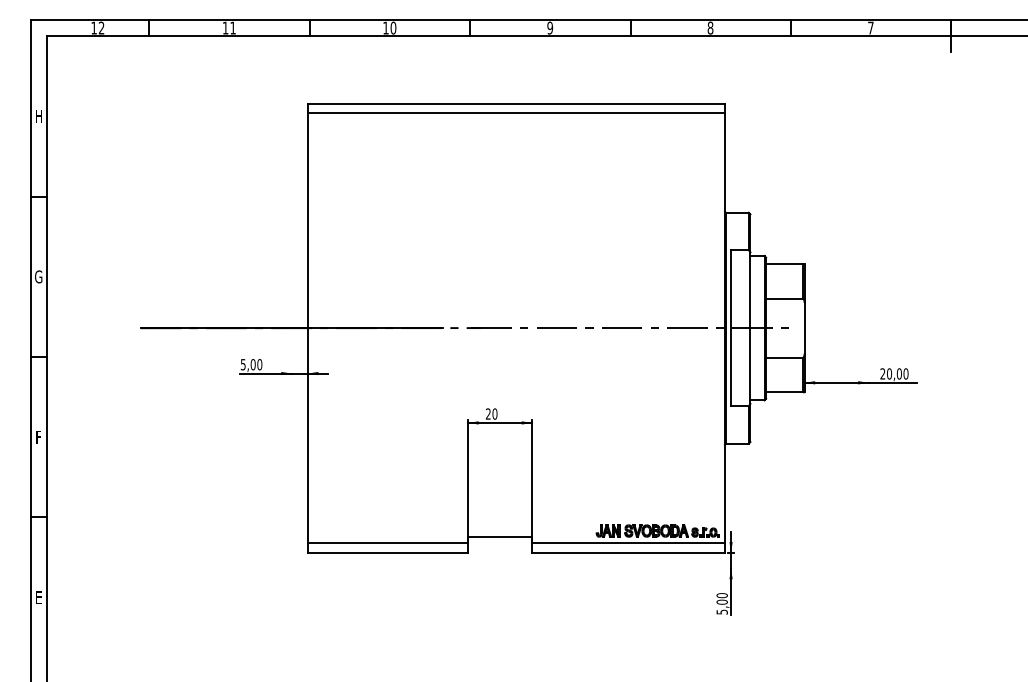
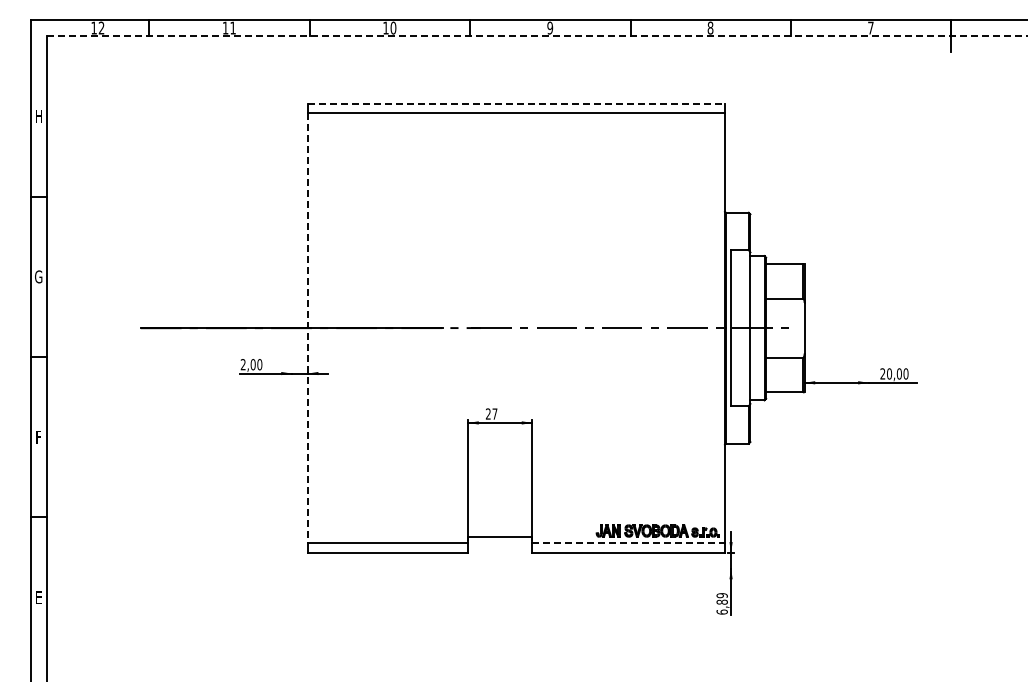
line at (537, 36): solid -> dashed
line at (516, 103): solid -> dashed
line at (307, 328): solid -> dashed
text at (242, 364): 5,00 -> 2,00
text at (494, 413): 20 -> 27
line at (629, 543): solid -> dashed
text at (721, 603): 5,00 -> 6,89
